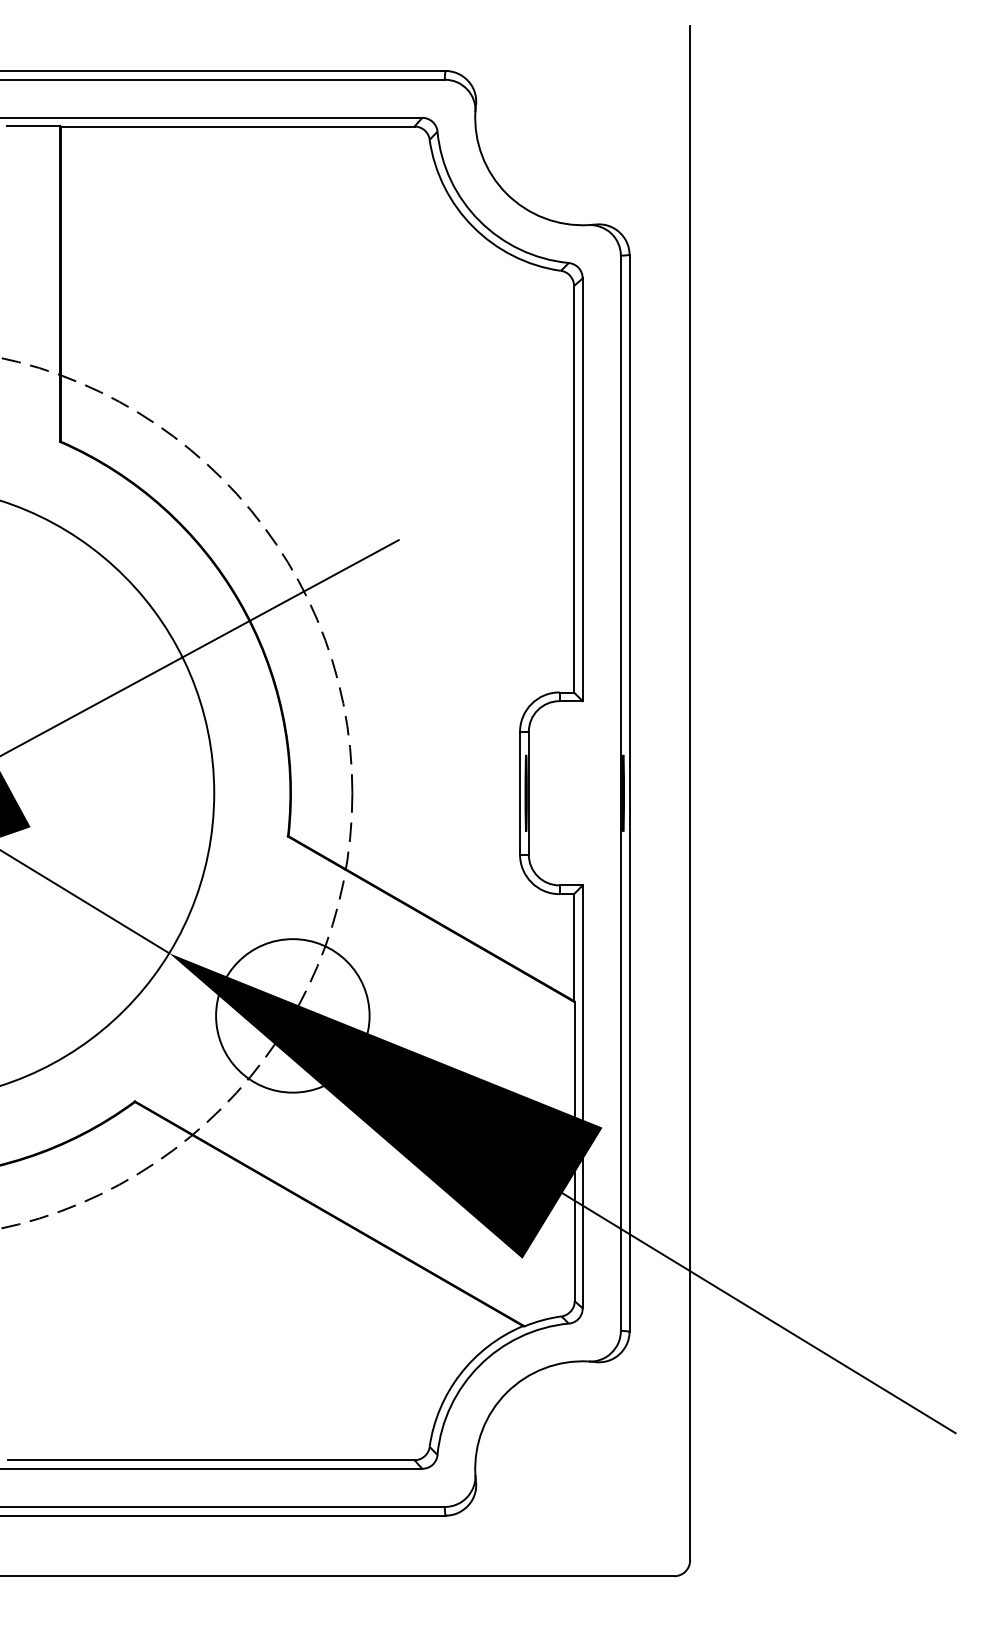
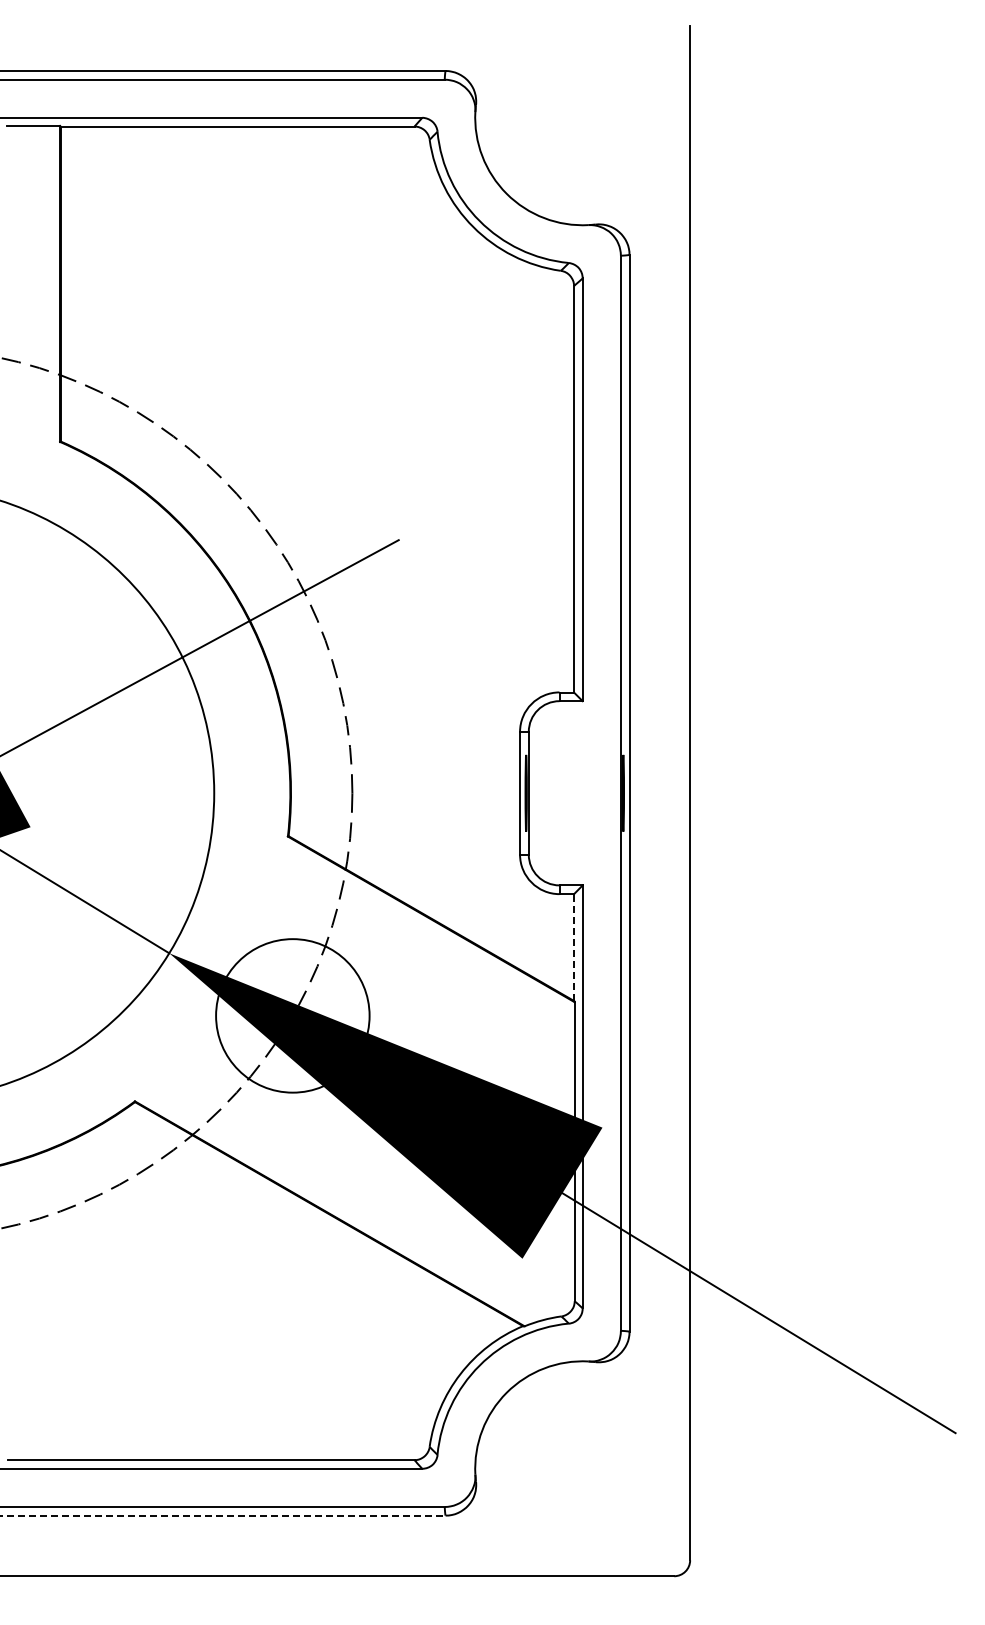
line at (574, 947): solid -> dashed
line at (223, 1515): solid -> dashed
